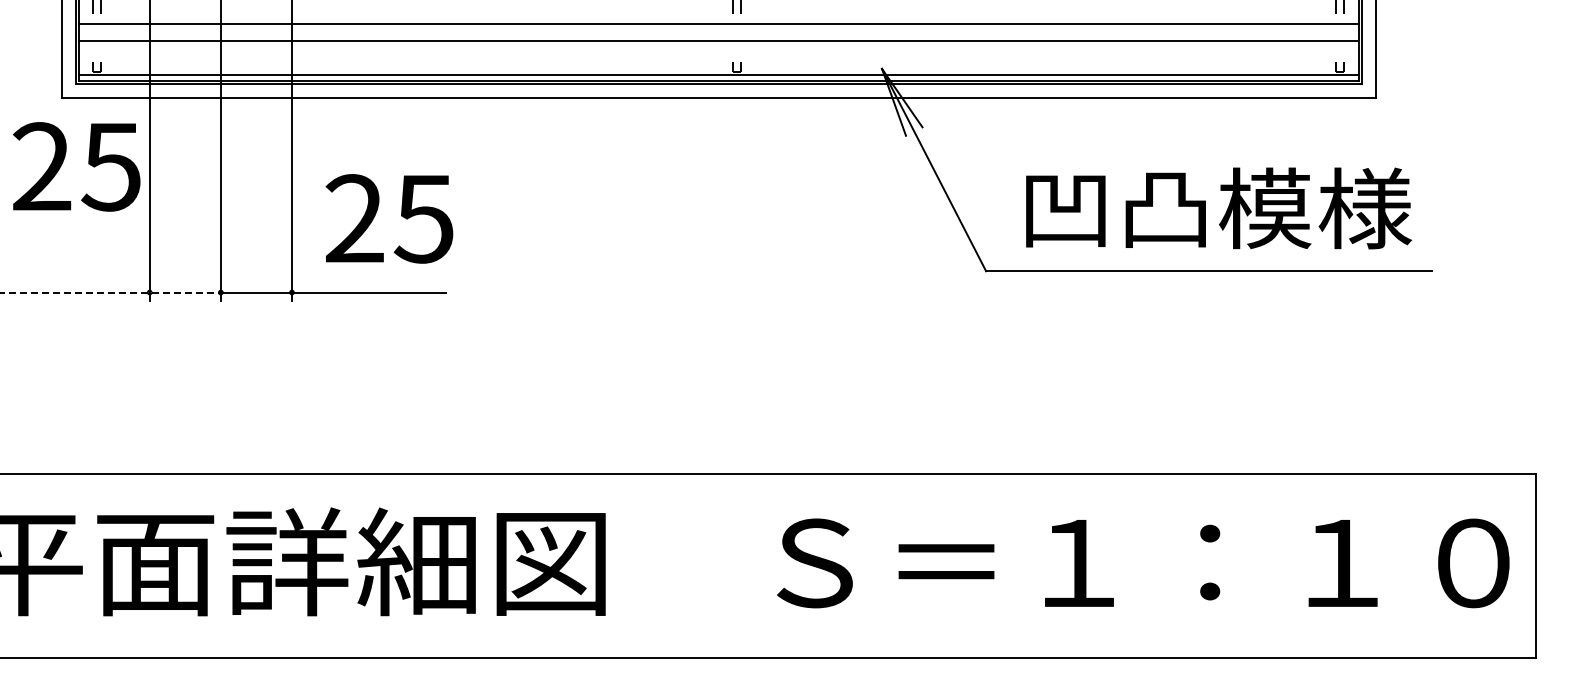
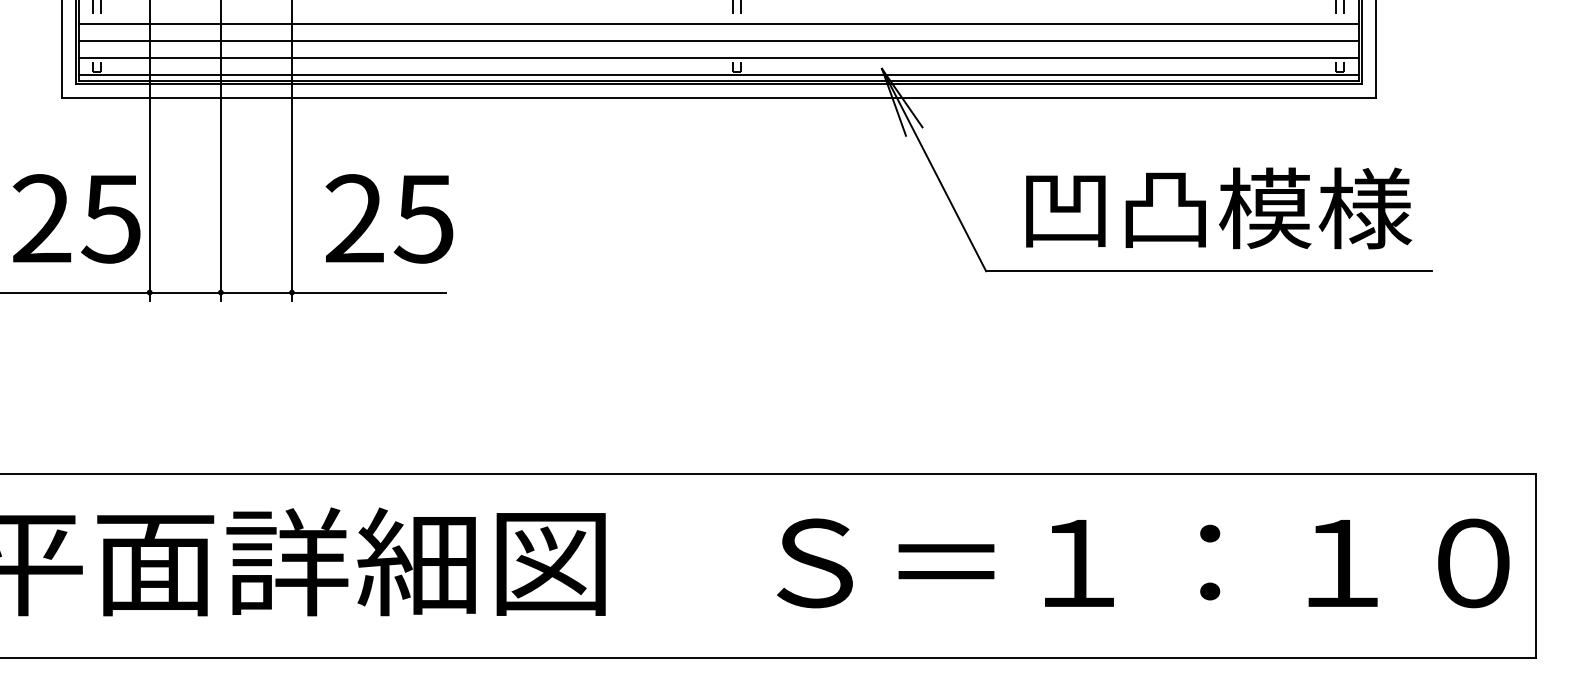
line at (718, 58): none -> present
text at (76, 166) position: (76, 166) -> (76, 218)
line at (110, 292): dashed -> solid
